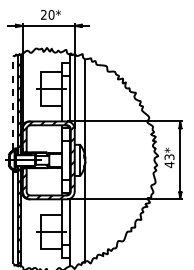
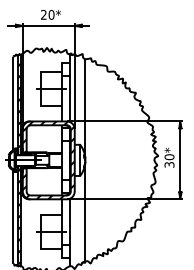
line at (13, 103): dashed -> solid
text at (169, 161): 43* -> 30*
